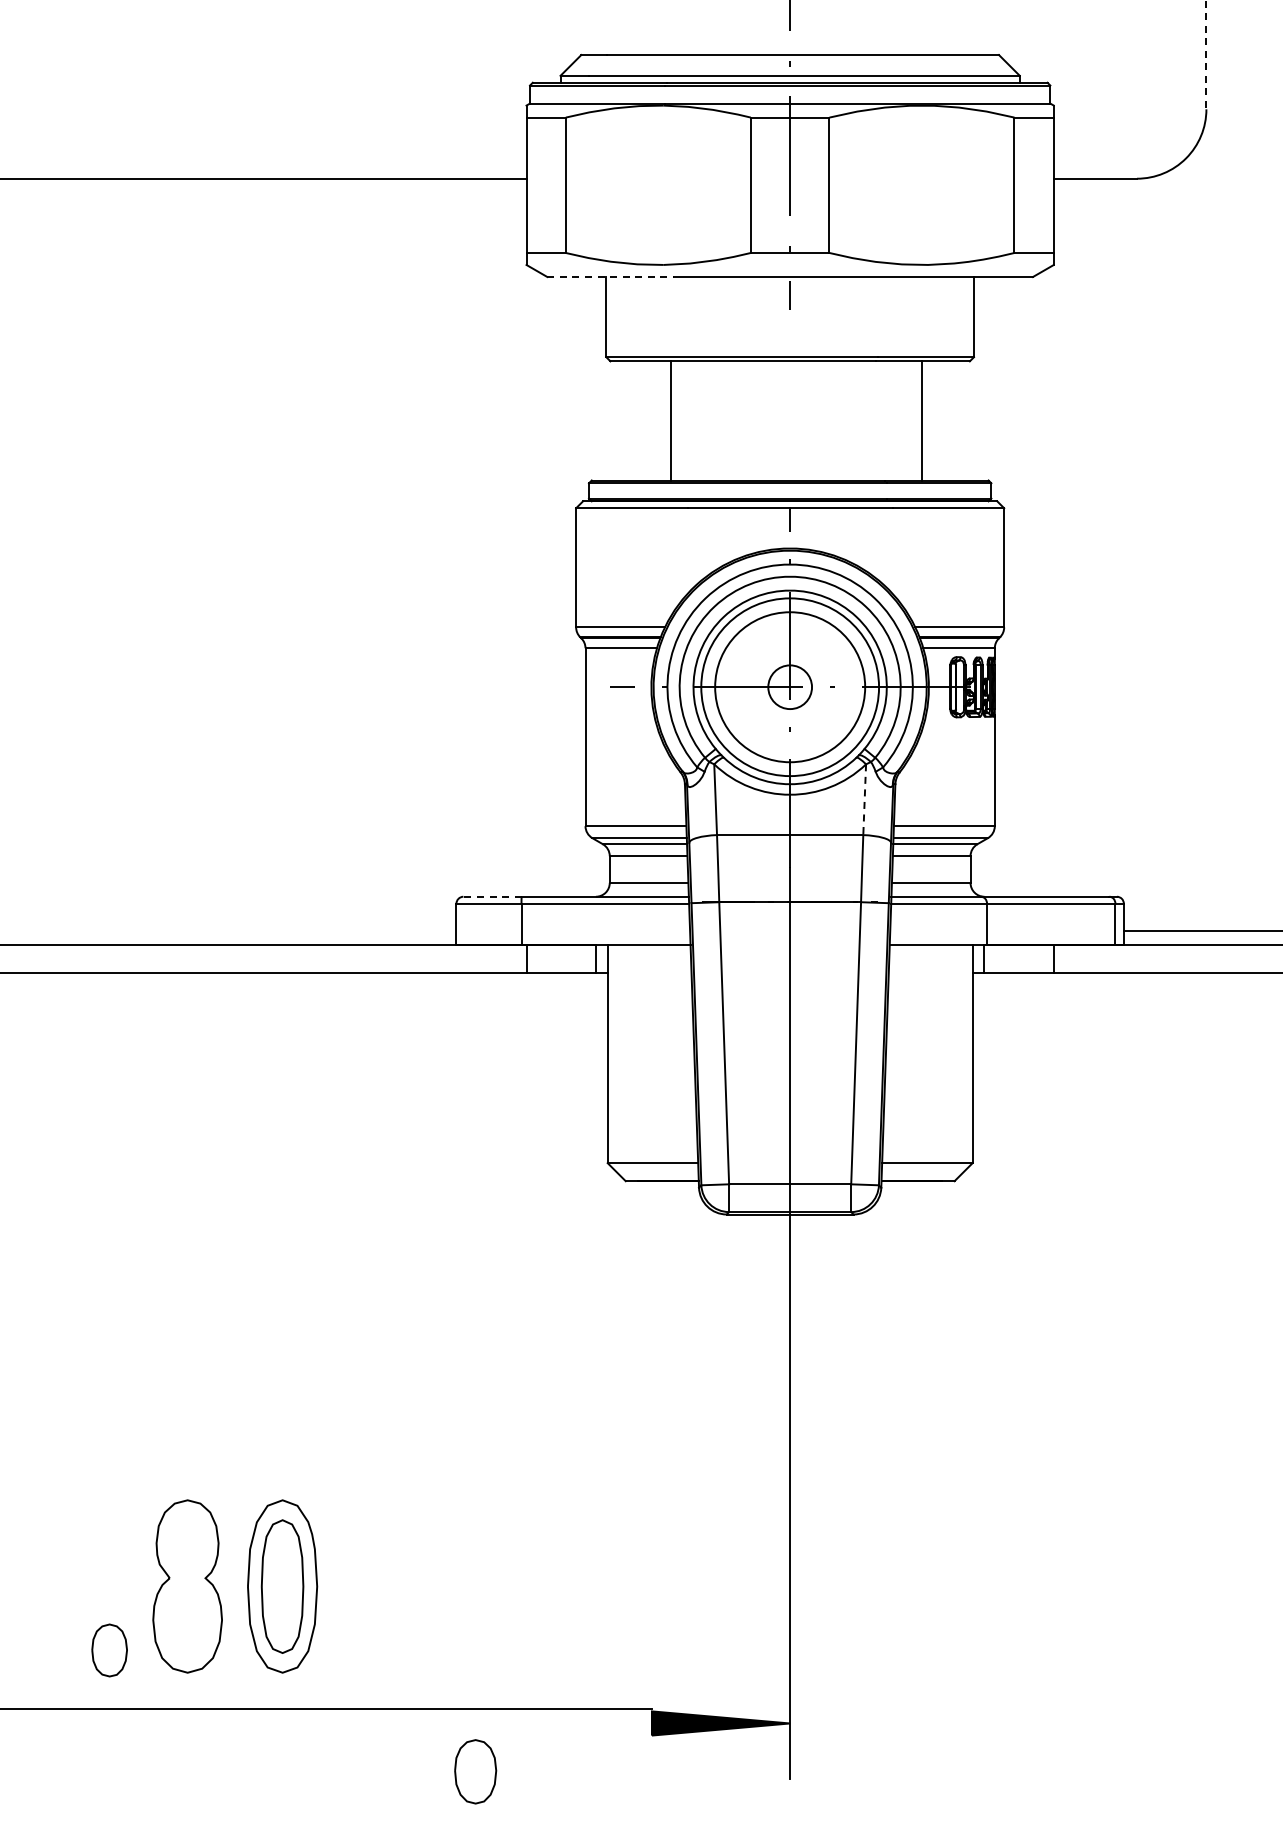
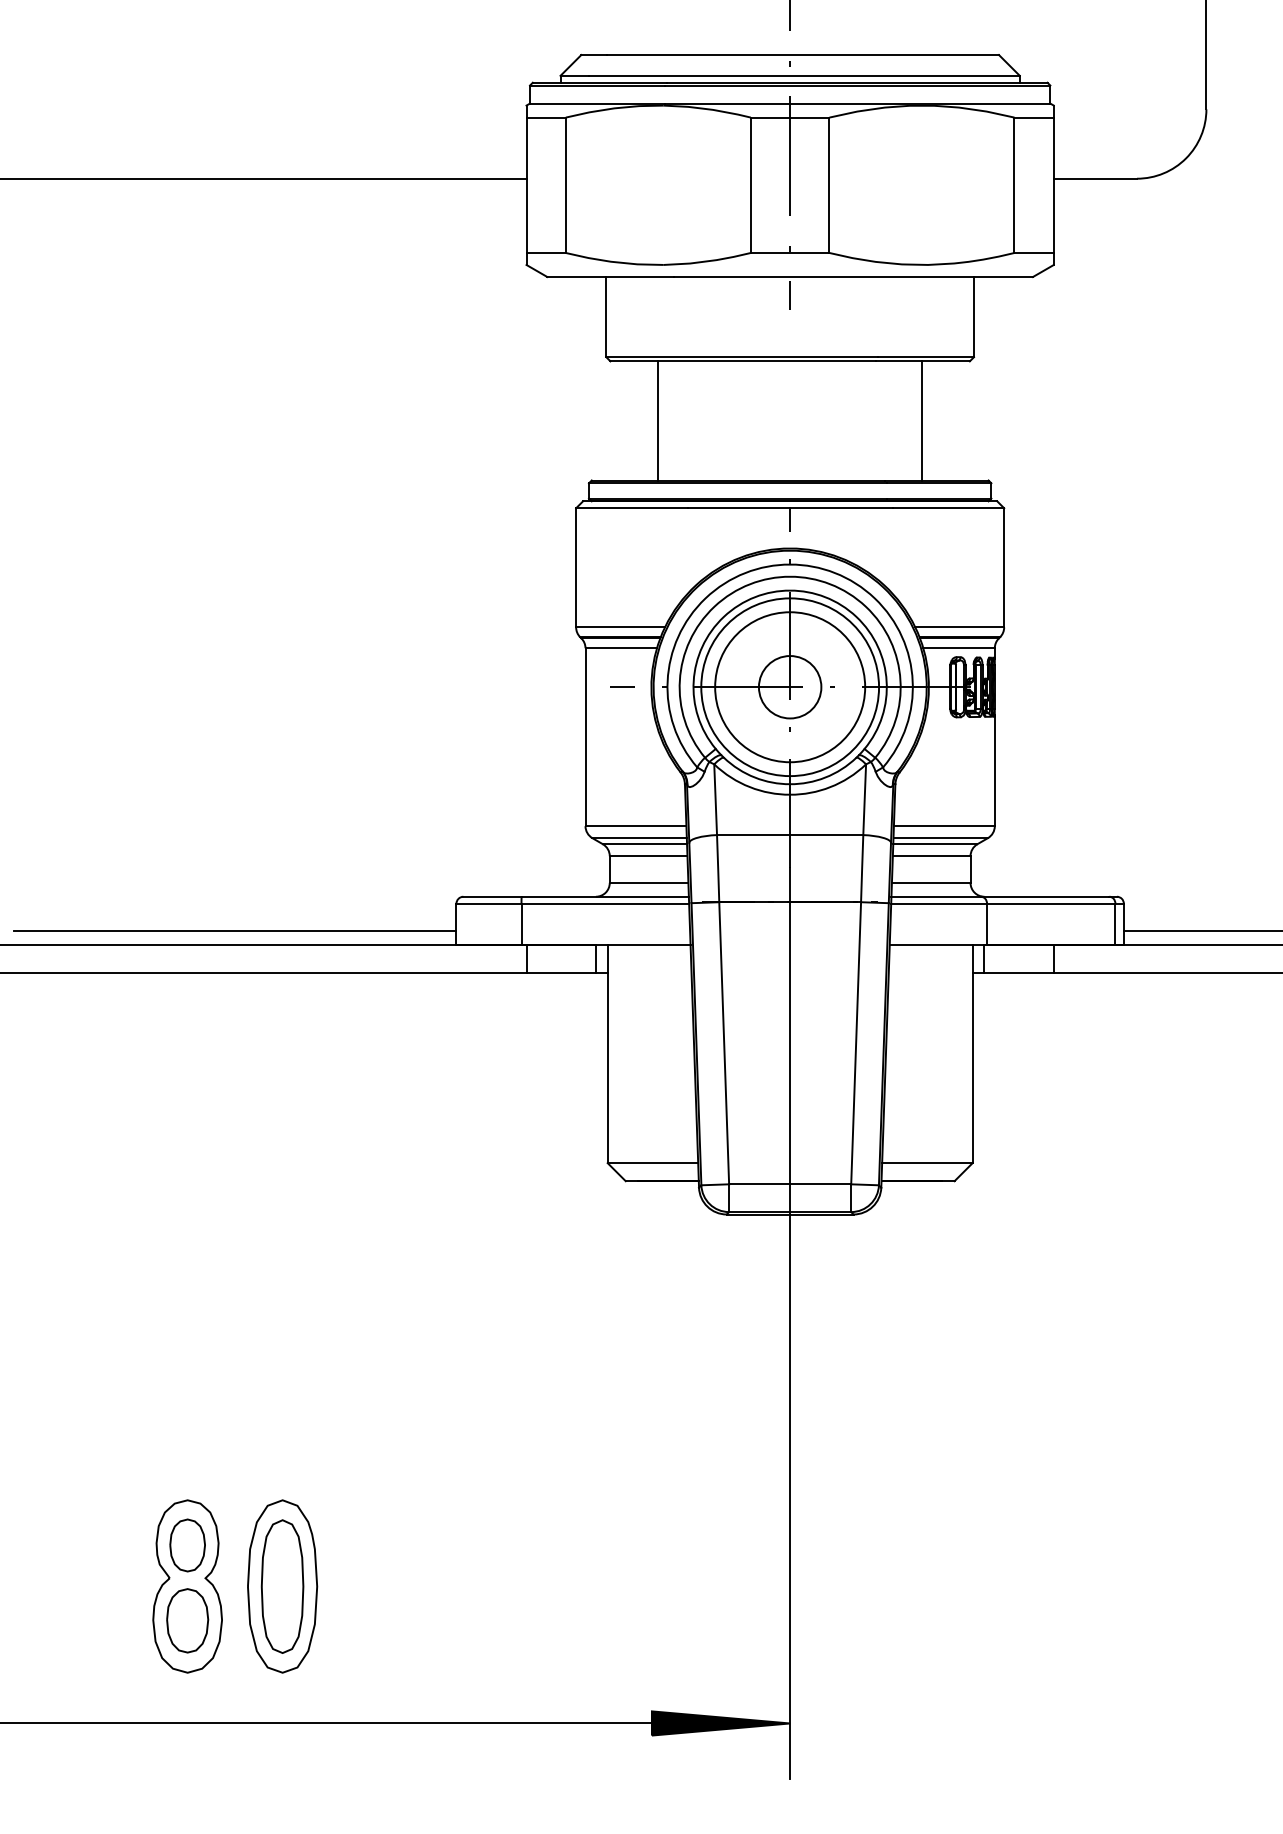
line at (1206, 55): dashed -> solid
line at (611, 277): dashed -> solid
line at (671, 420) position: (671, 420) -> (658, 420)
circle at (790, 687) diameter: 44 px -> 62 px
line at (864, 800): dashed -> solid
line at (492, 896): dashed -> solid
line at (234, 931): none -> present
part at (109, 1650) position: (109, 1650) -> (187, 1545)
line at (326, 1709) position: (326, 1709) -> (326, 1723)
part at (475, 1771) position: (475, 1771) -> (187, 1620)
